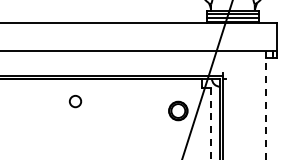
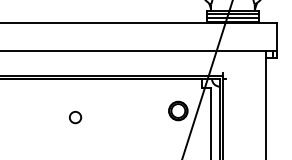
circle at (75, 101) position: (75, 101) -> (75, 117)
line at (266, 105): dashed -> solid
line at (210, 123): dashed -> solid
